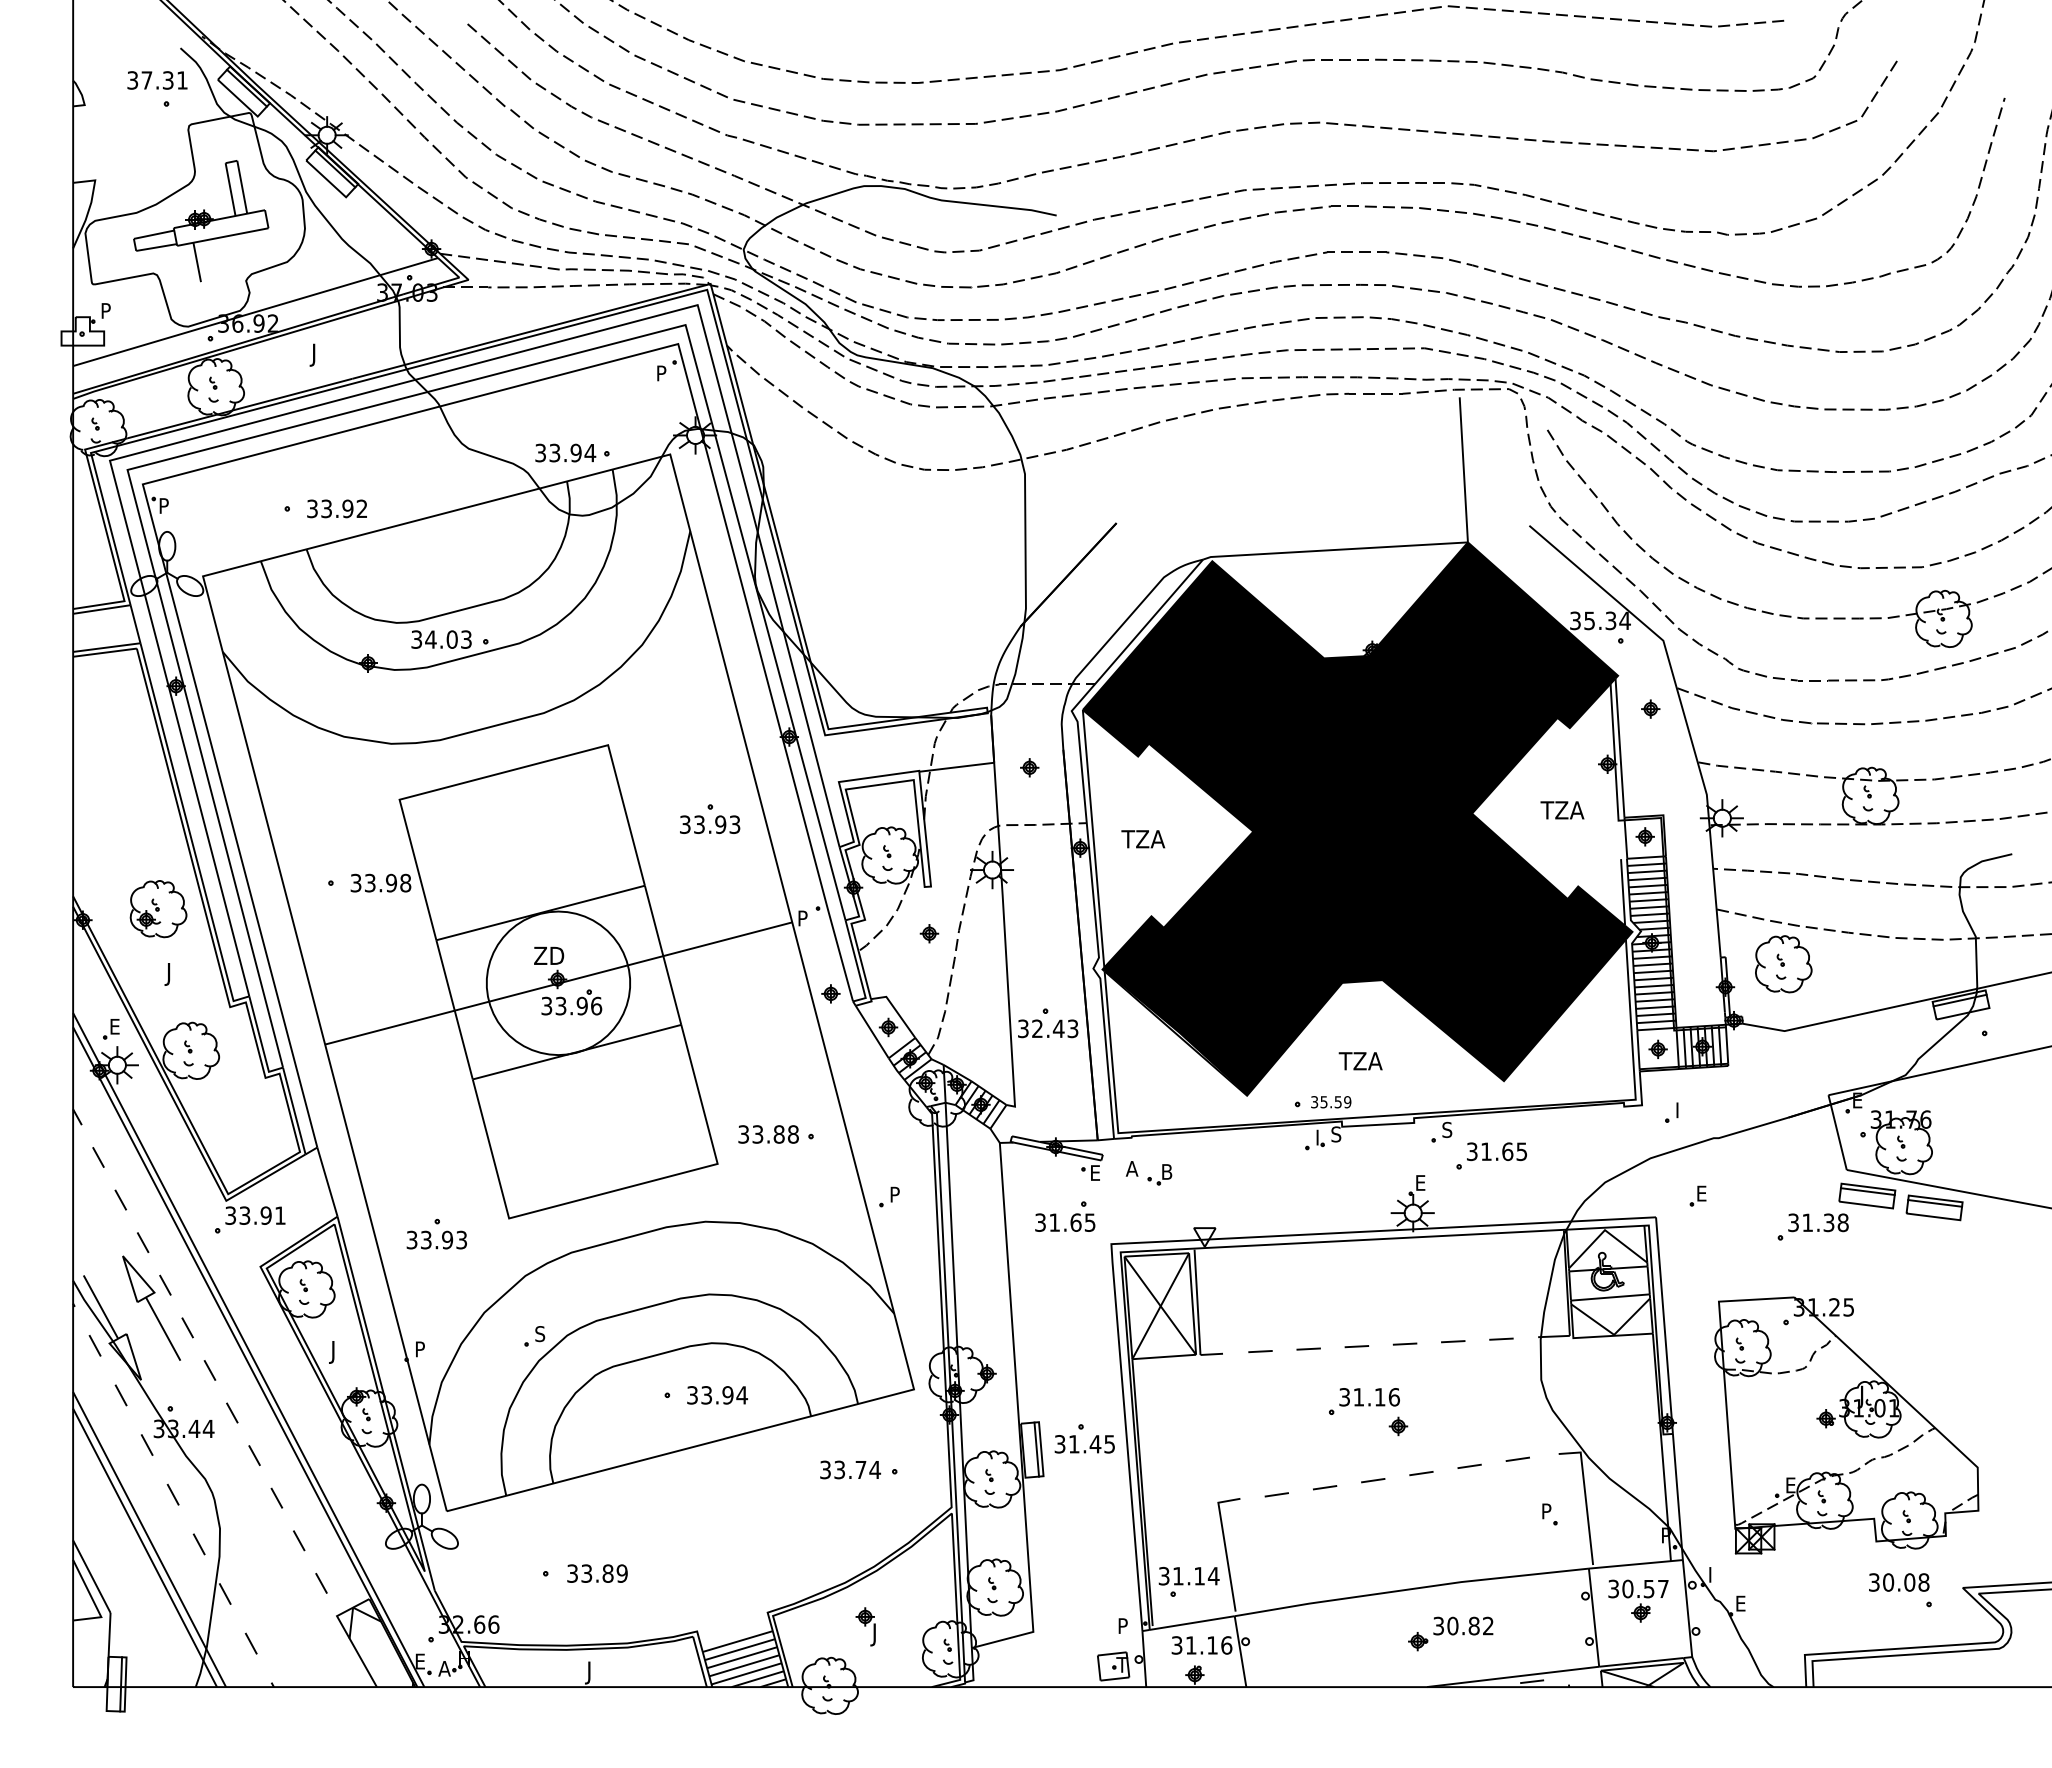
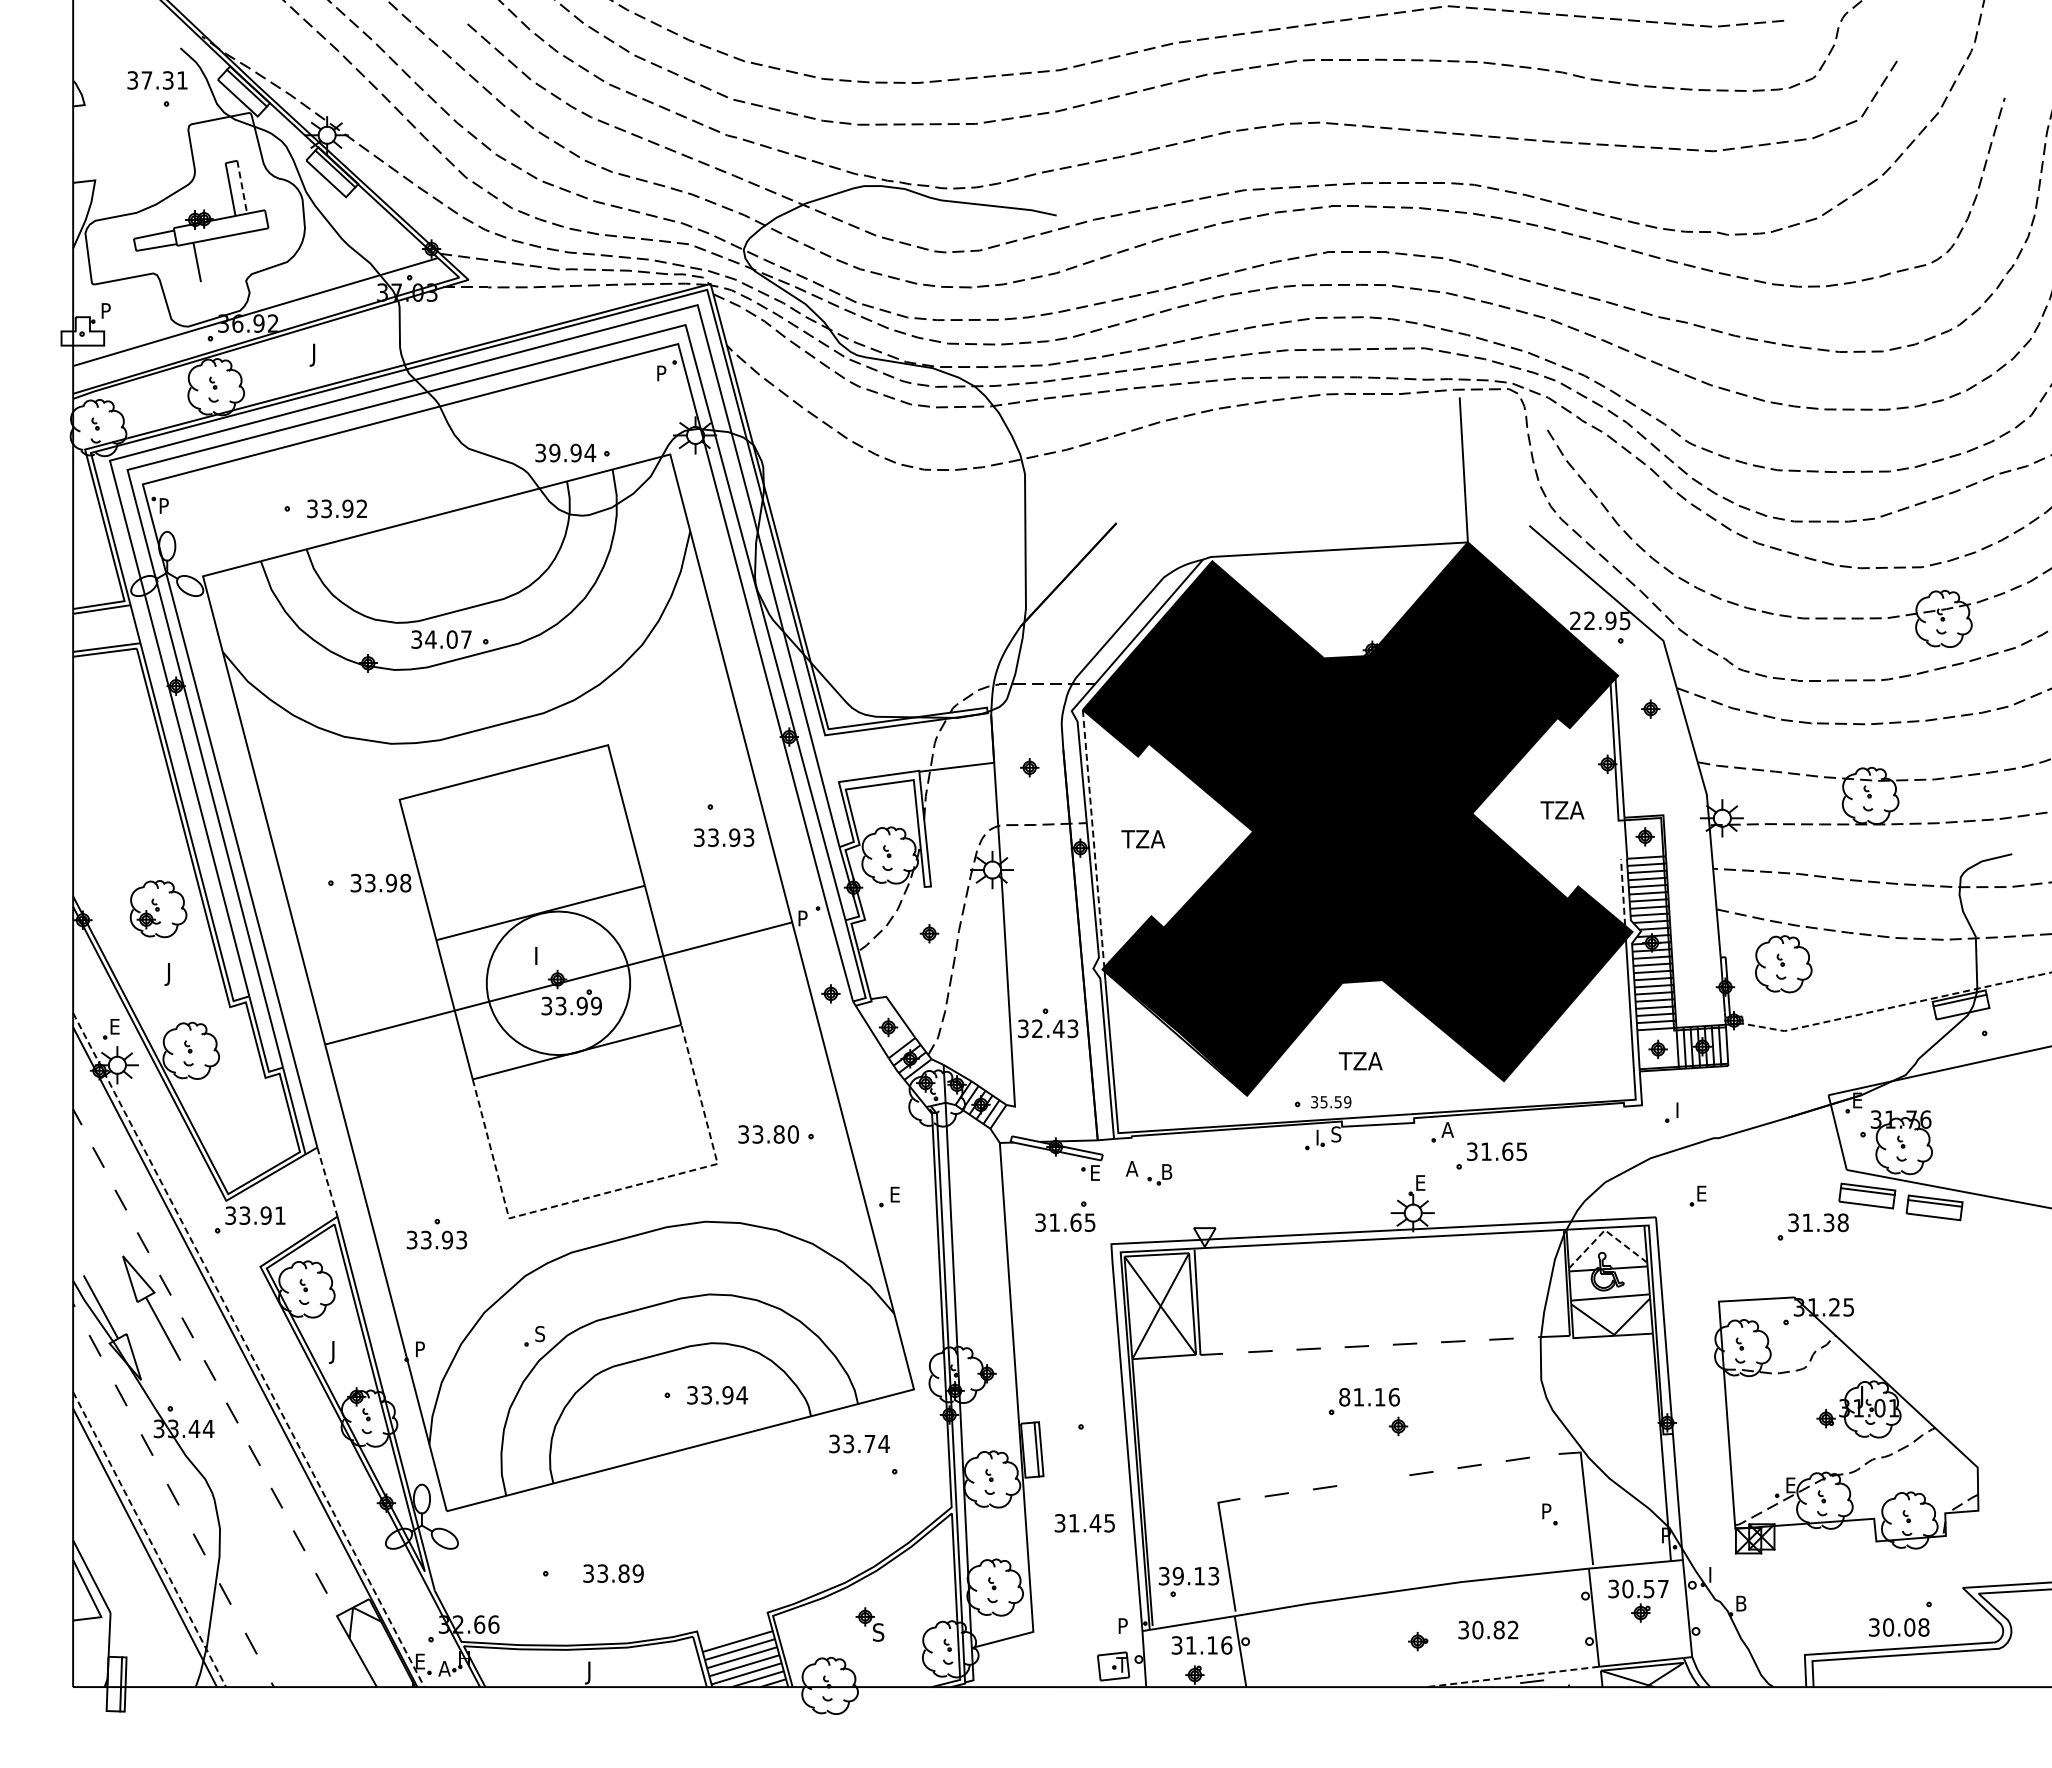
line at (242, 187): solid -> dashed
text at (554, 452): 33.94 -> 39.94
text at (1600, 620): 35.34 -> 22.95
text at (466, 639): 34.03 -> 34.07
text at (710, 824) position: (710, 824) -> (724, 837)
line at (1093, 839): solid -> dashed
line at (1623, 891): solid -> dashed
text at (549, 955): ZD -> I
text at (596, 1005): 33.96 -> 33.99
line at (1895, 1006): solid -> dashed
text at (1447, 1129): S -> A
text at (792, 1134): 33.88 -> 33.80
line at (327, 1182): solid -> dashed
line at (613, 1191): solid -> dashed
text at (895, 1194): P -> E
line at (1604, 1230): solid -> dashed
line at (249, 1350): solid -> dashed
text at (1344, 1397): 31.16 -> 81.16
text at (1084, 1444) position: (1084, 1444) -> (1084, 1523)
text at (850, 1469) position: (850, 1469) -> (859, 1443)
line at (1373, 1480): present -> none
line at (149, 1539): solid -> dashed
text at (597, 1573) position: (597, 1573) -> (613, 1573)
text at (1195, 1575): 31.14 -> 39.13
text at (1899, 1582) position: (1899, 1582) -> (1899, 1627)
text at (1744, 1603): E -> B
text at (1463, 1625) position: (1463, 1625) -> (1488, 1629)
text at (877, 1634): J -> S
line at (1512, 1677): solid -> dashed
